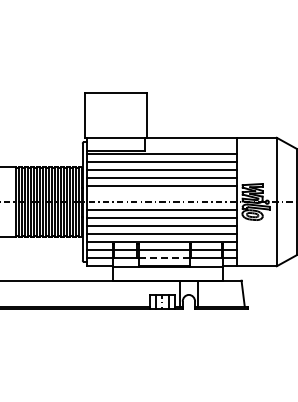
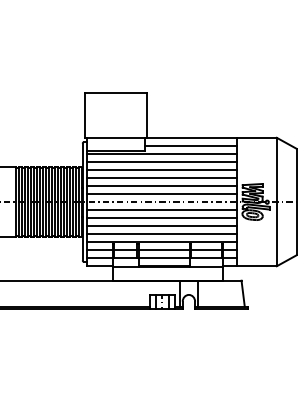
line at (190, 145): none -> present
line at (161, 194): none -> present
line at (164, 258): dashed -> solid
